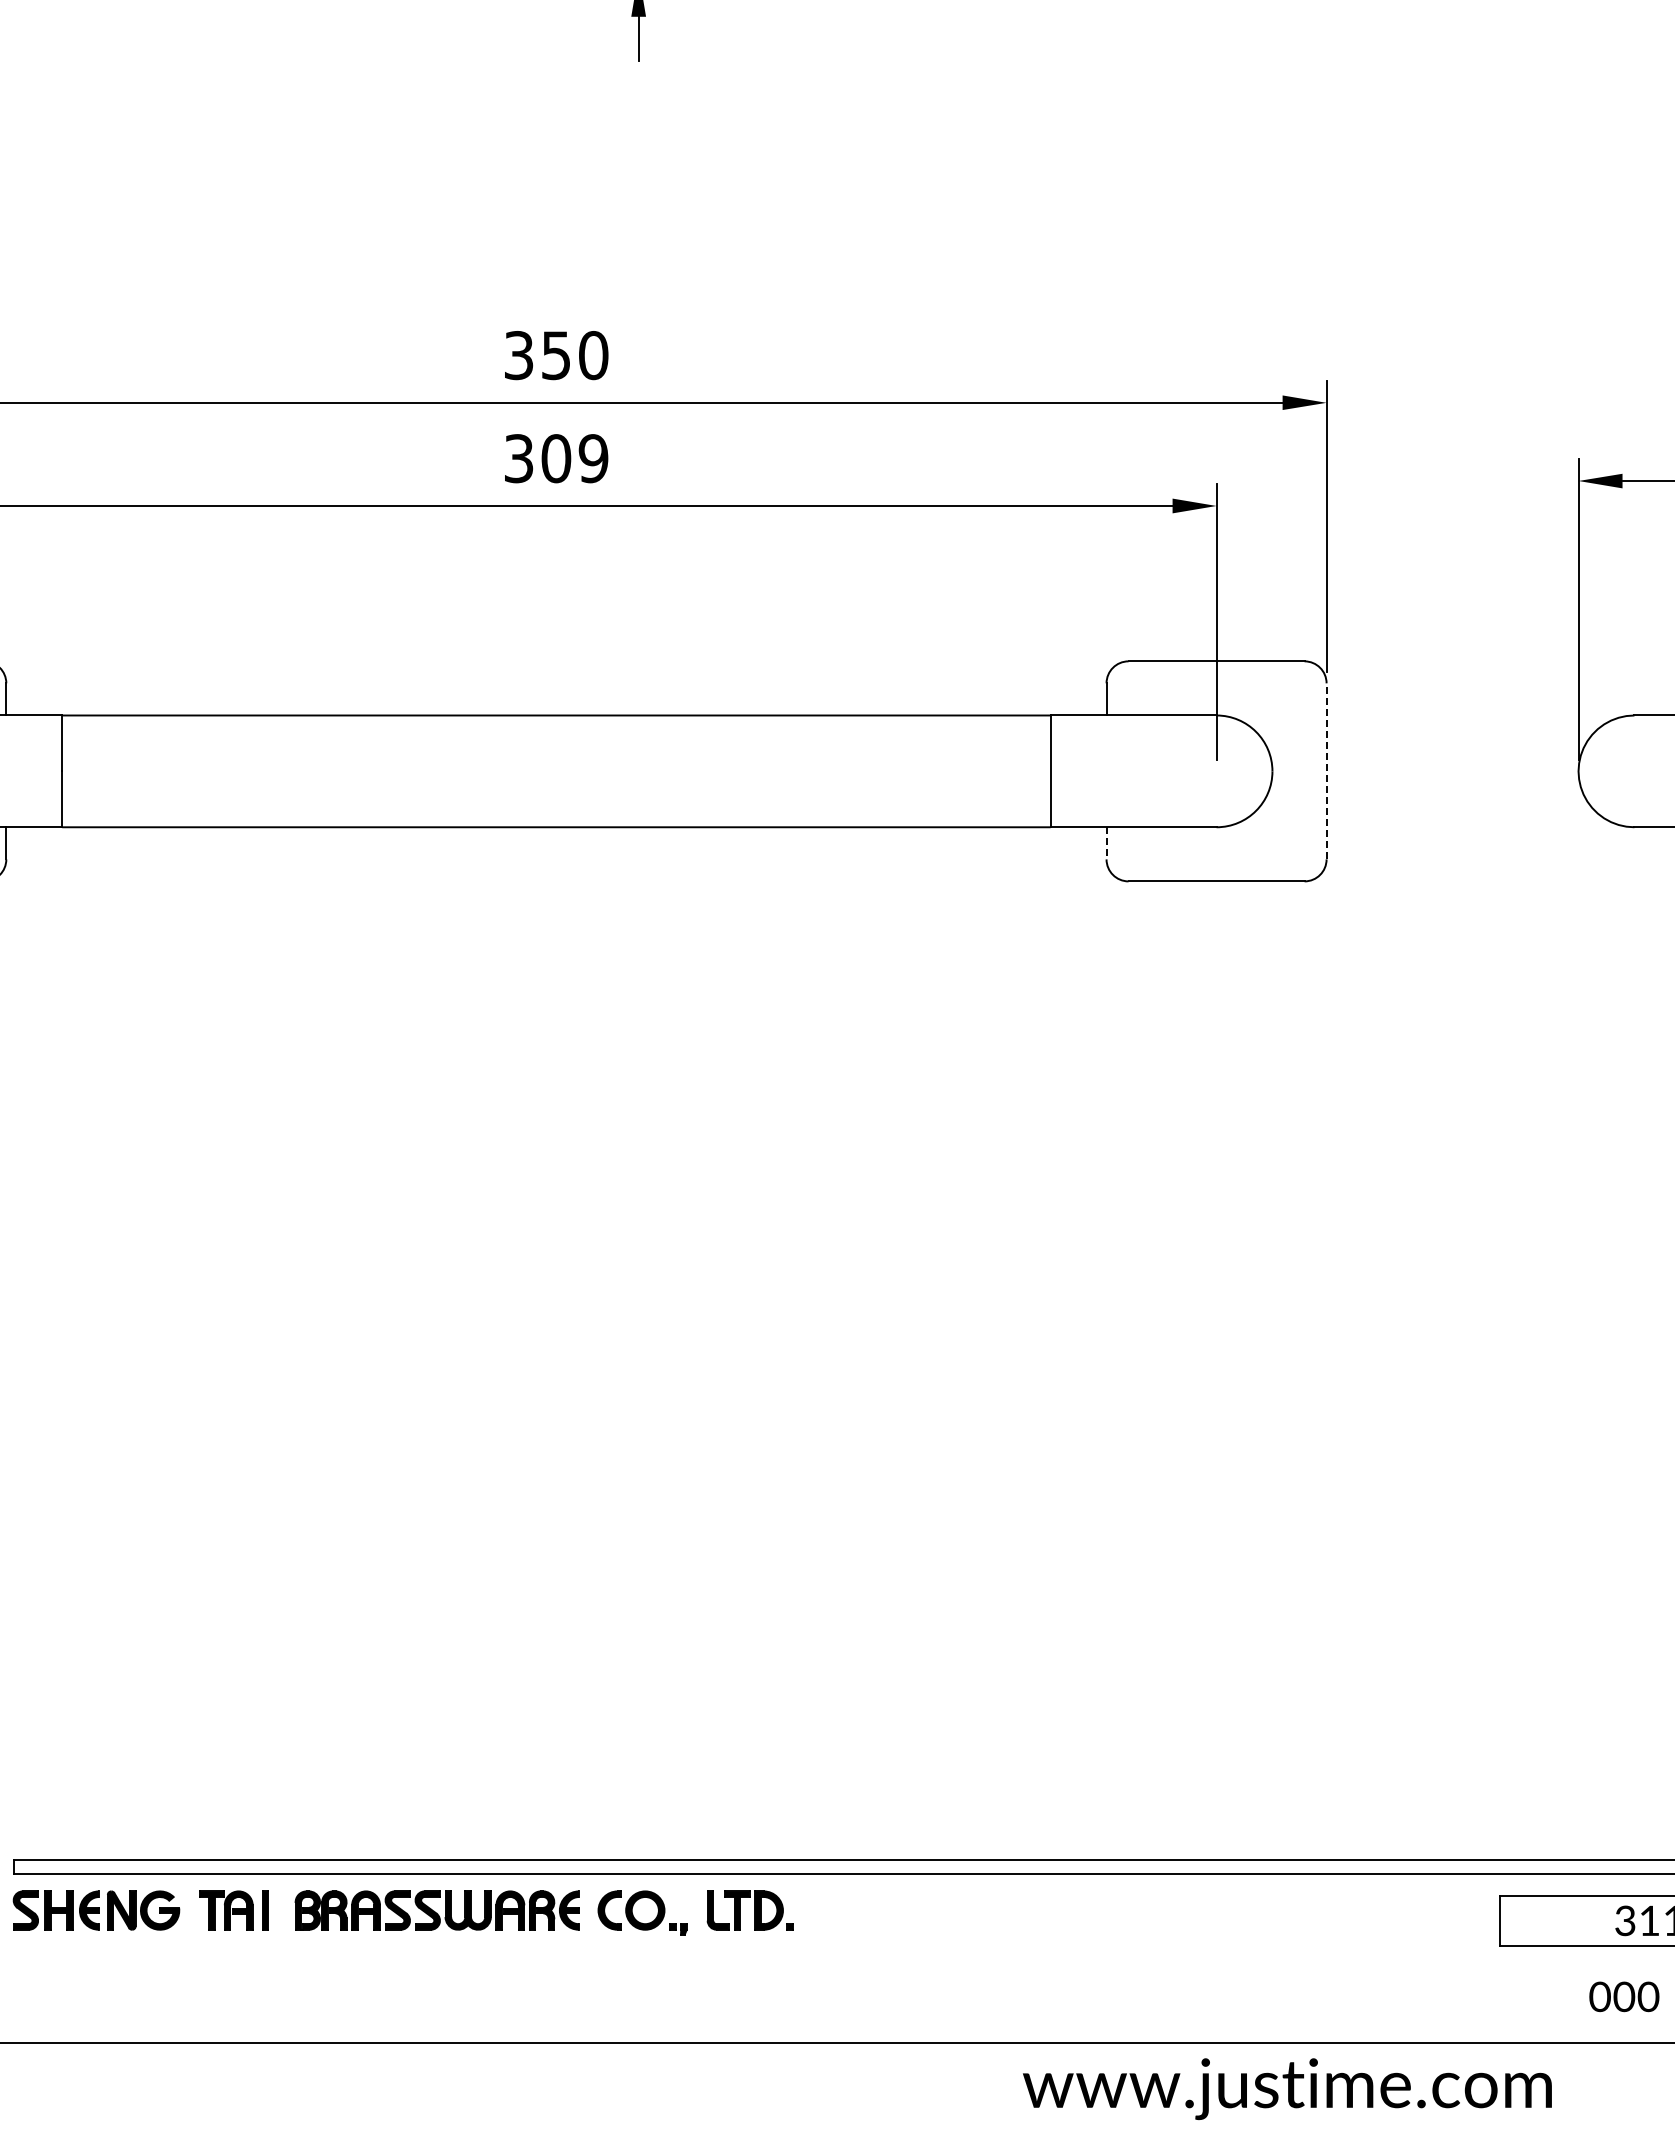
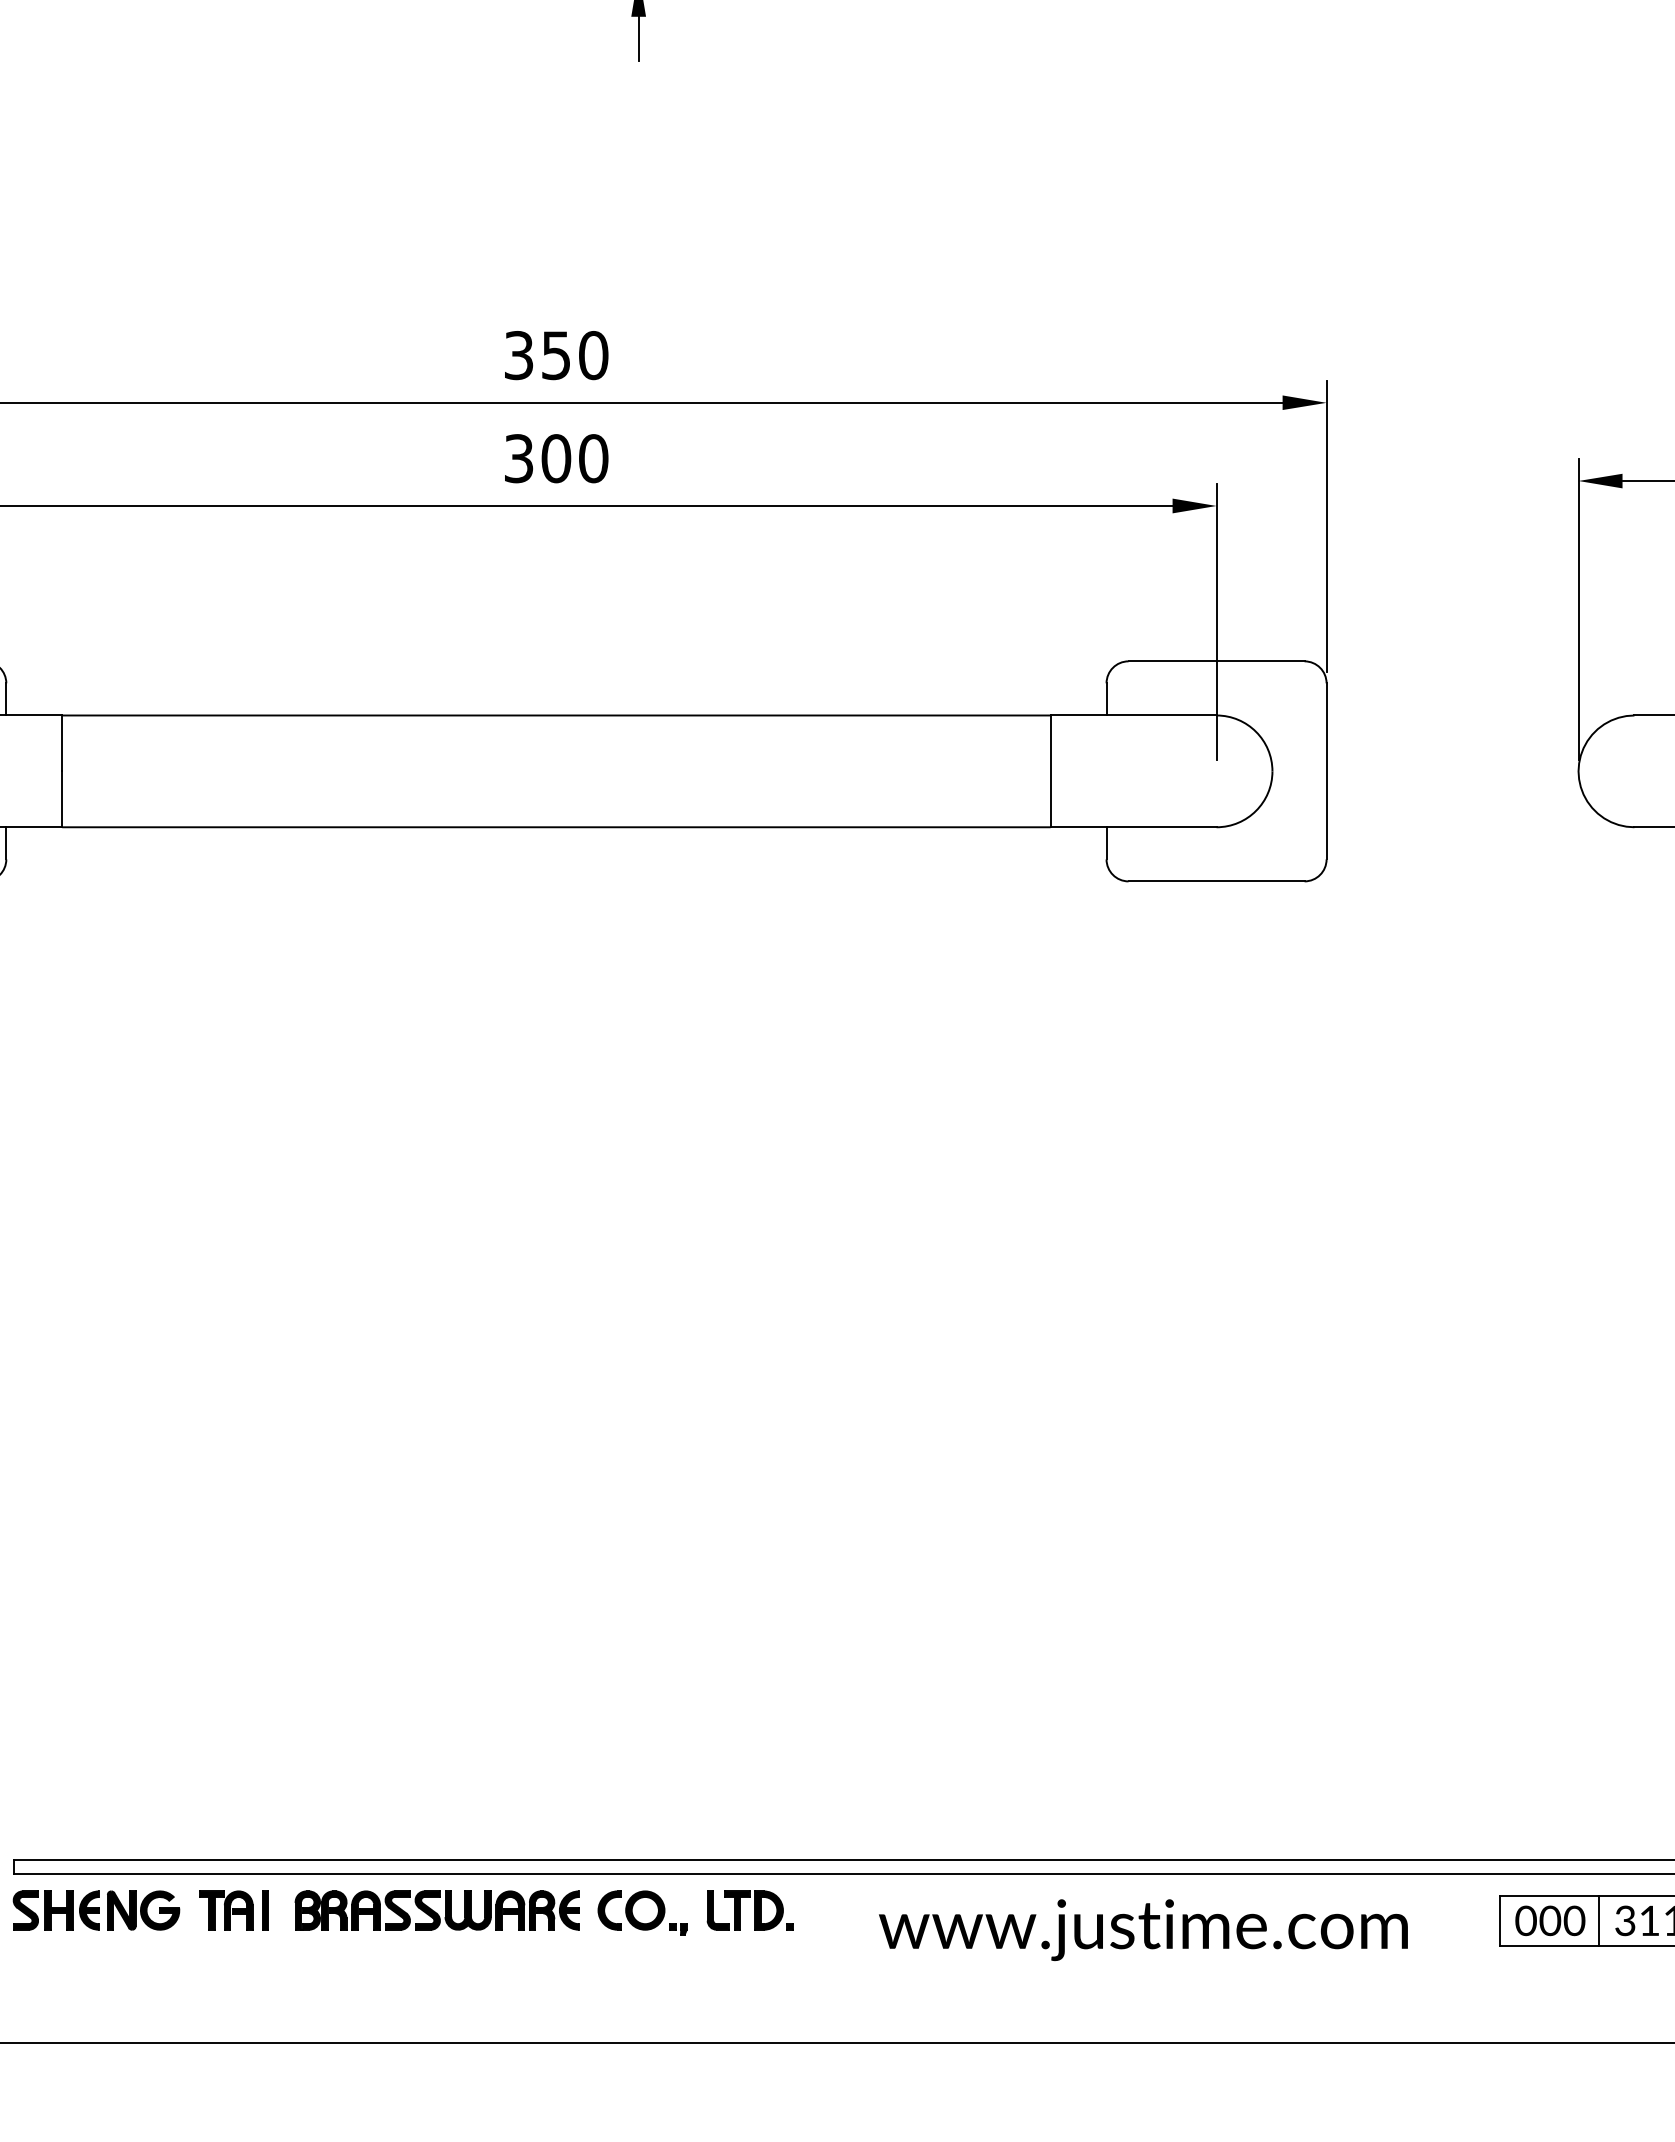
text at (593, 458): 309 -> 300
line at (1326, 770): dashed -> solid
line at (1106, 843): dashed -> solid
line at (1599, 1920): none -> present
text at (1624, 1996) position: (1624, 1996) -> (1550, 1920)
text at (1287, 2088) position: (1287, 2088) -> (1143, 1929)
